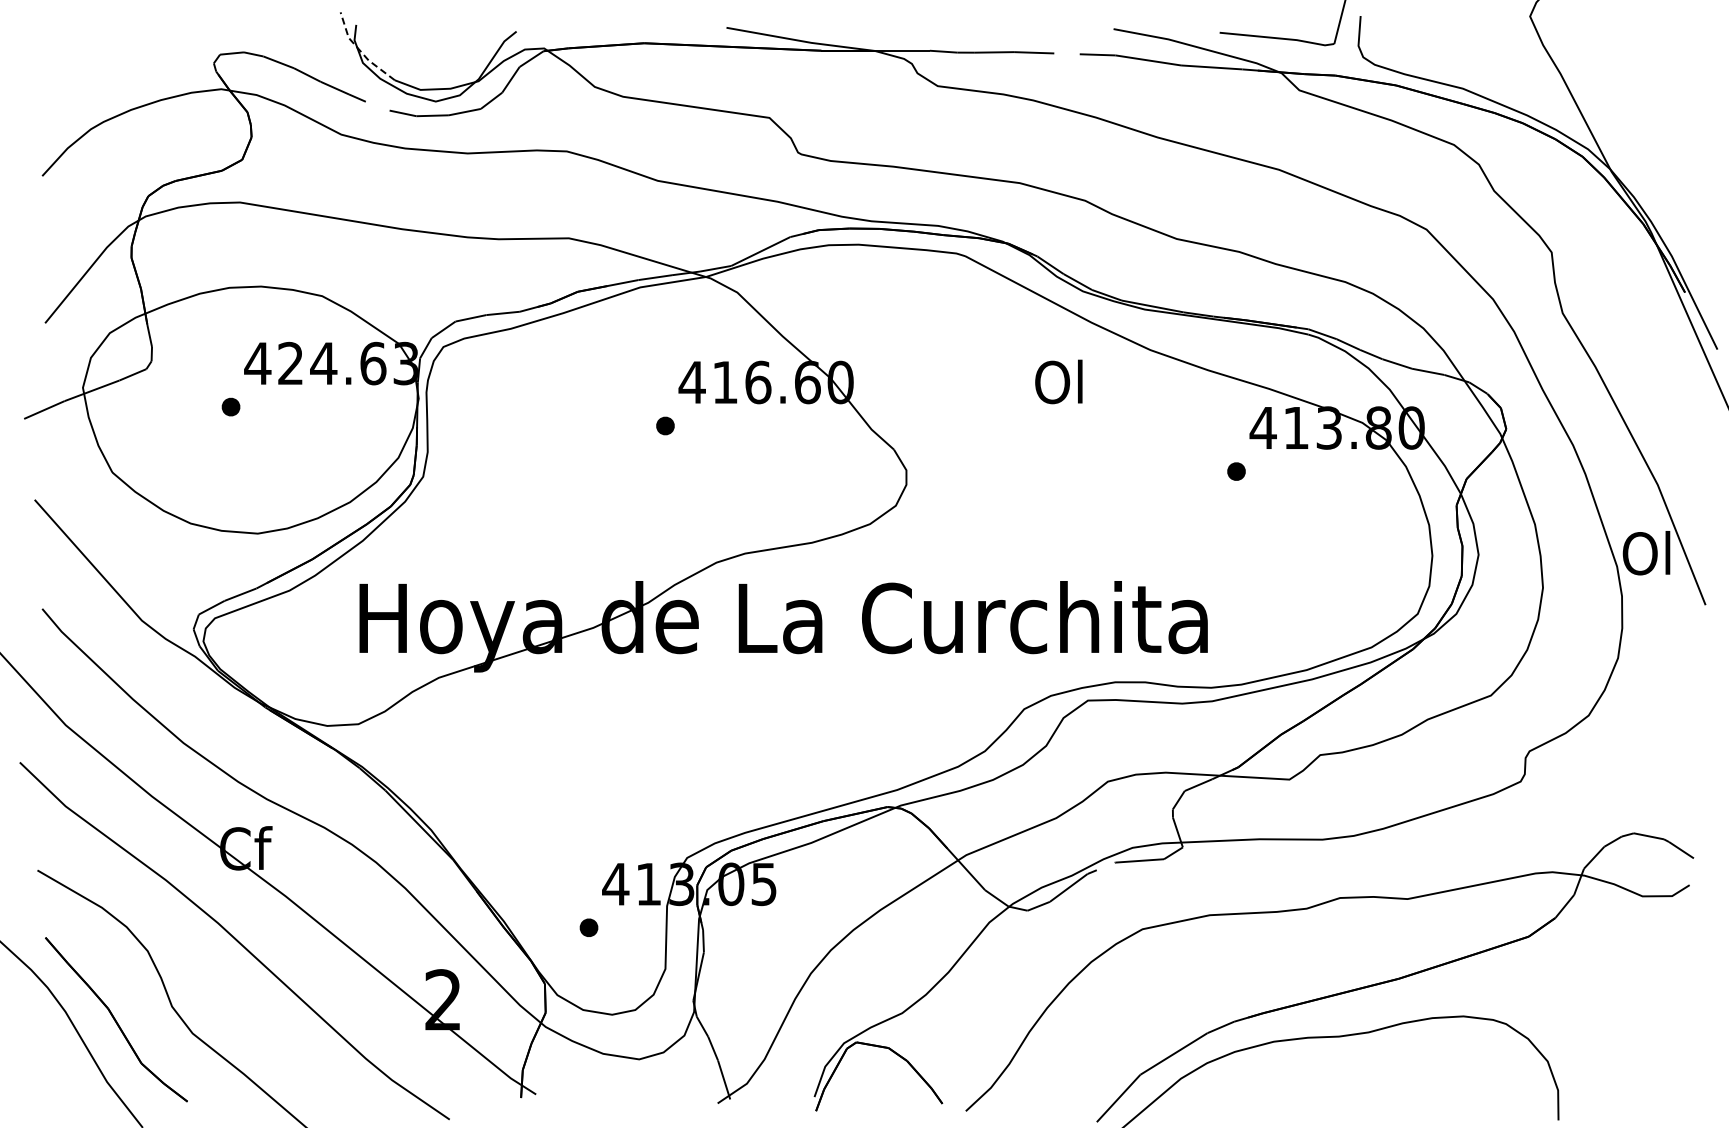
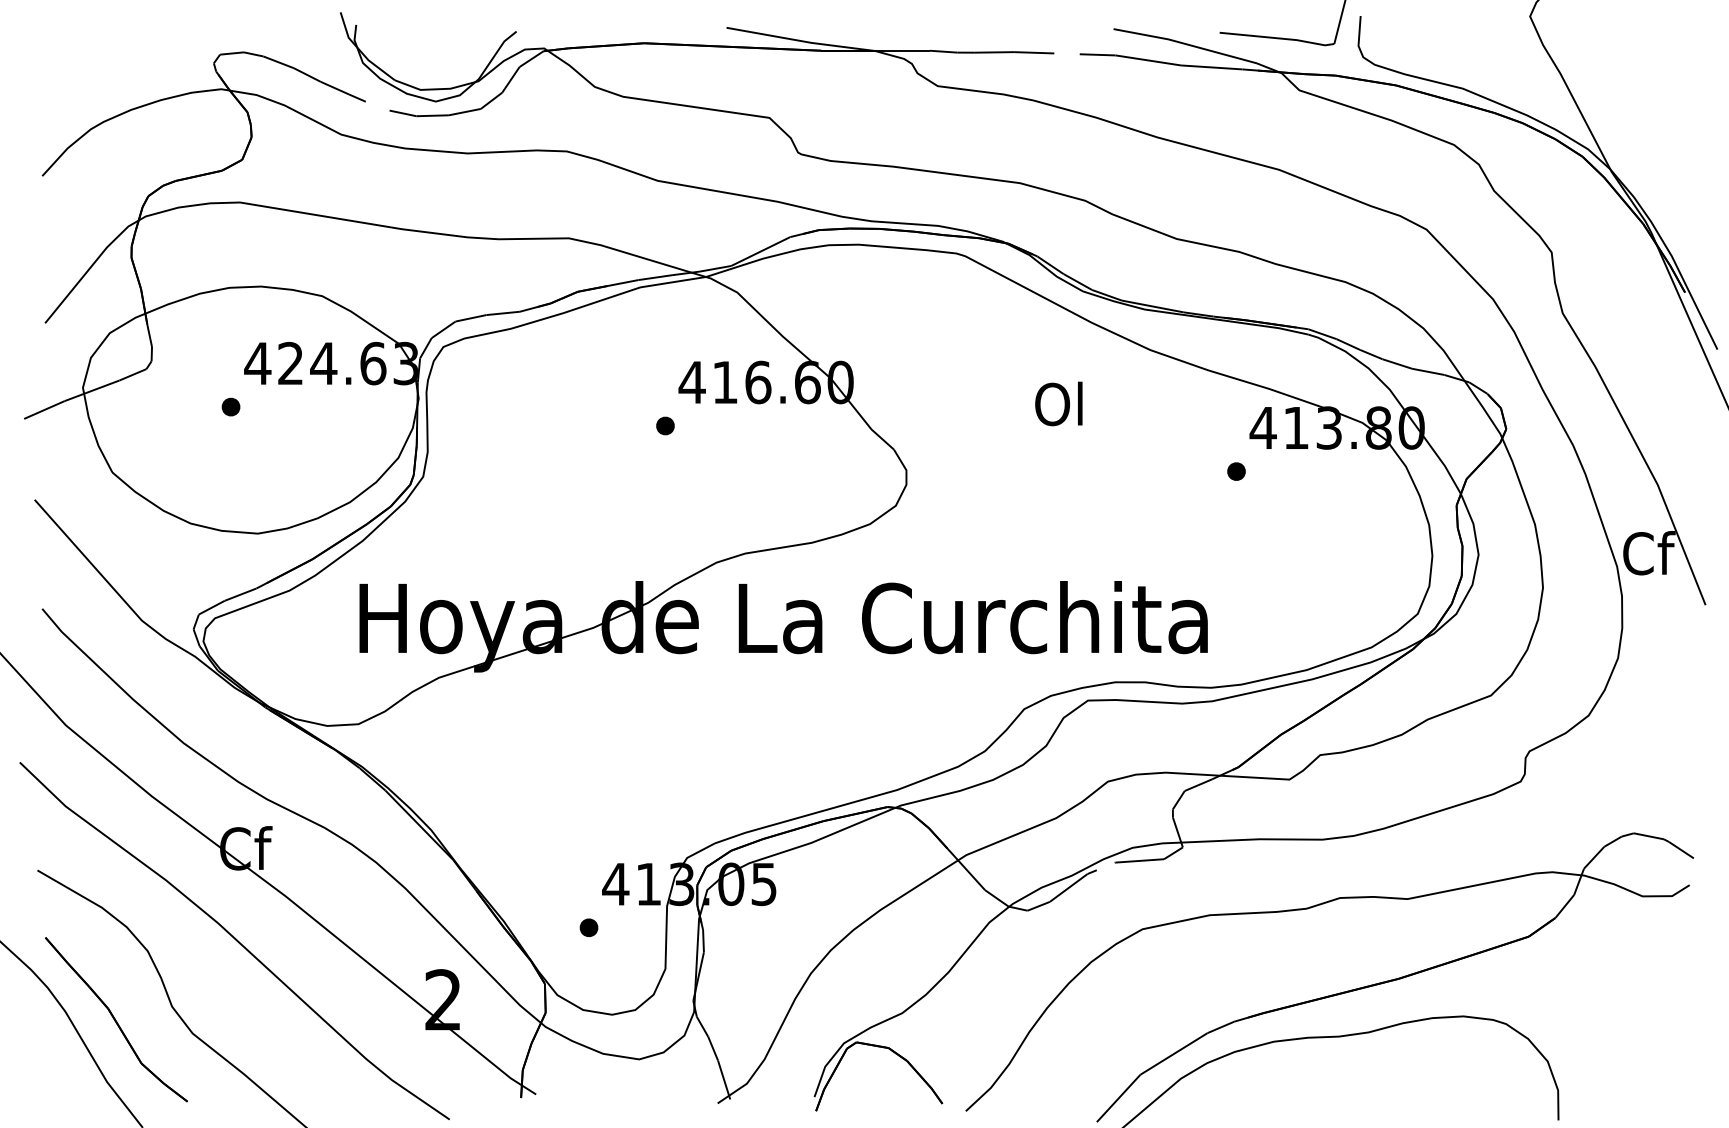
line at (360, 50): dashed -> solid
text at (1058, 381) position: (1058, 381) -> (1058, 403)
text at (1648, 553): Ol -> Cf
